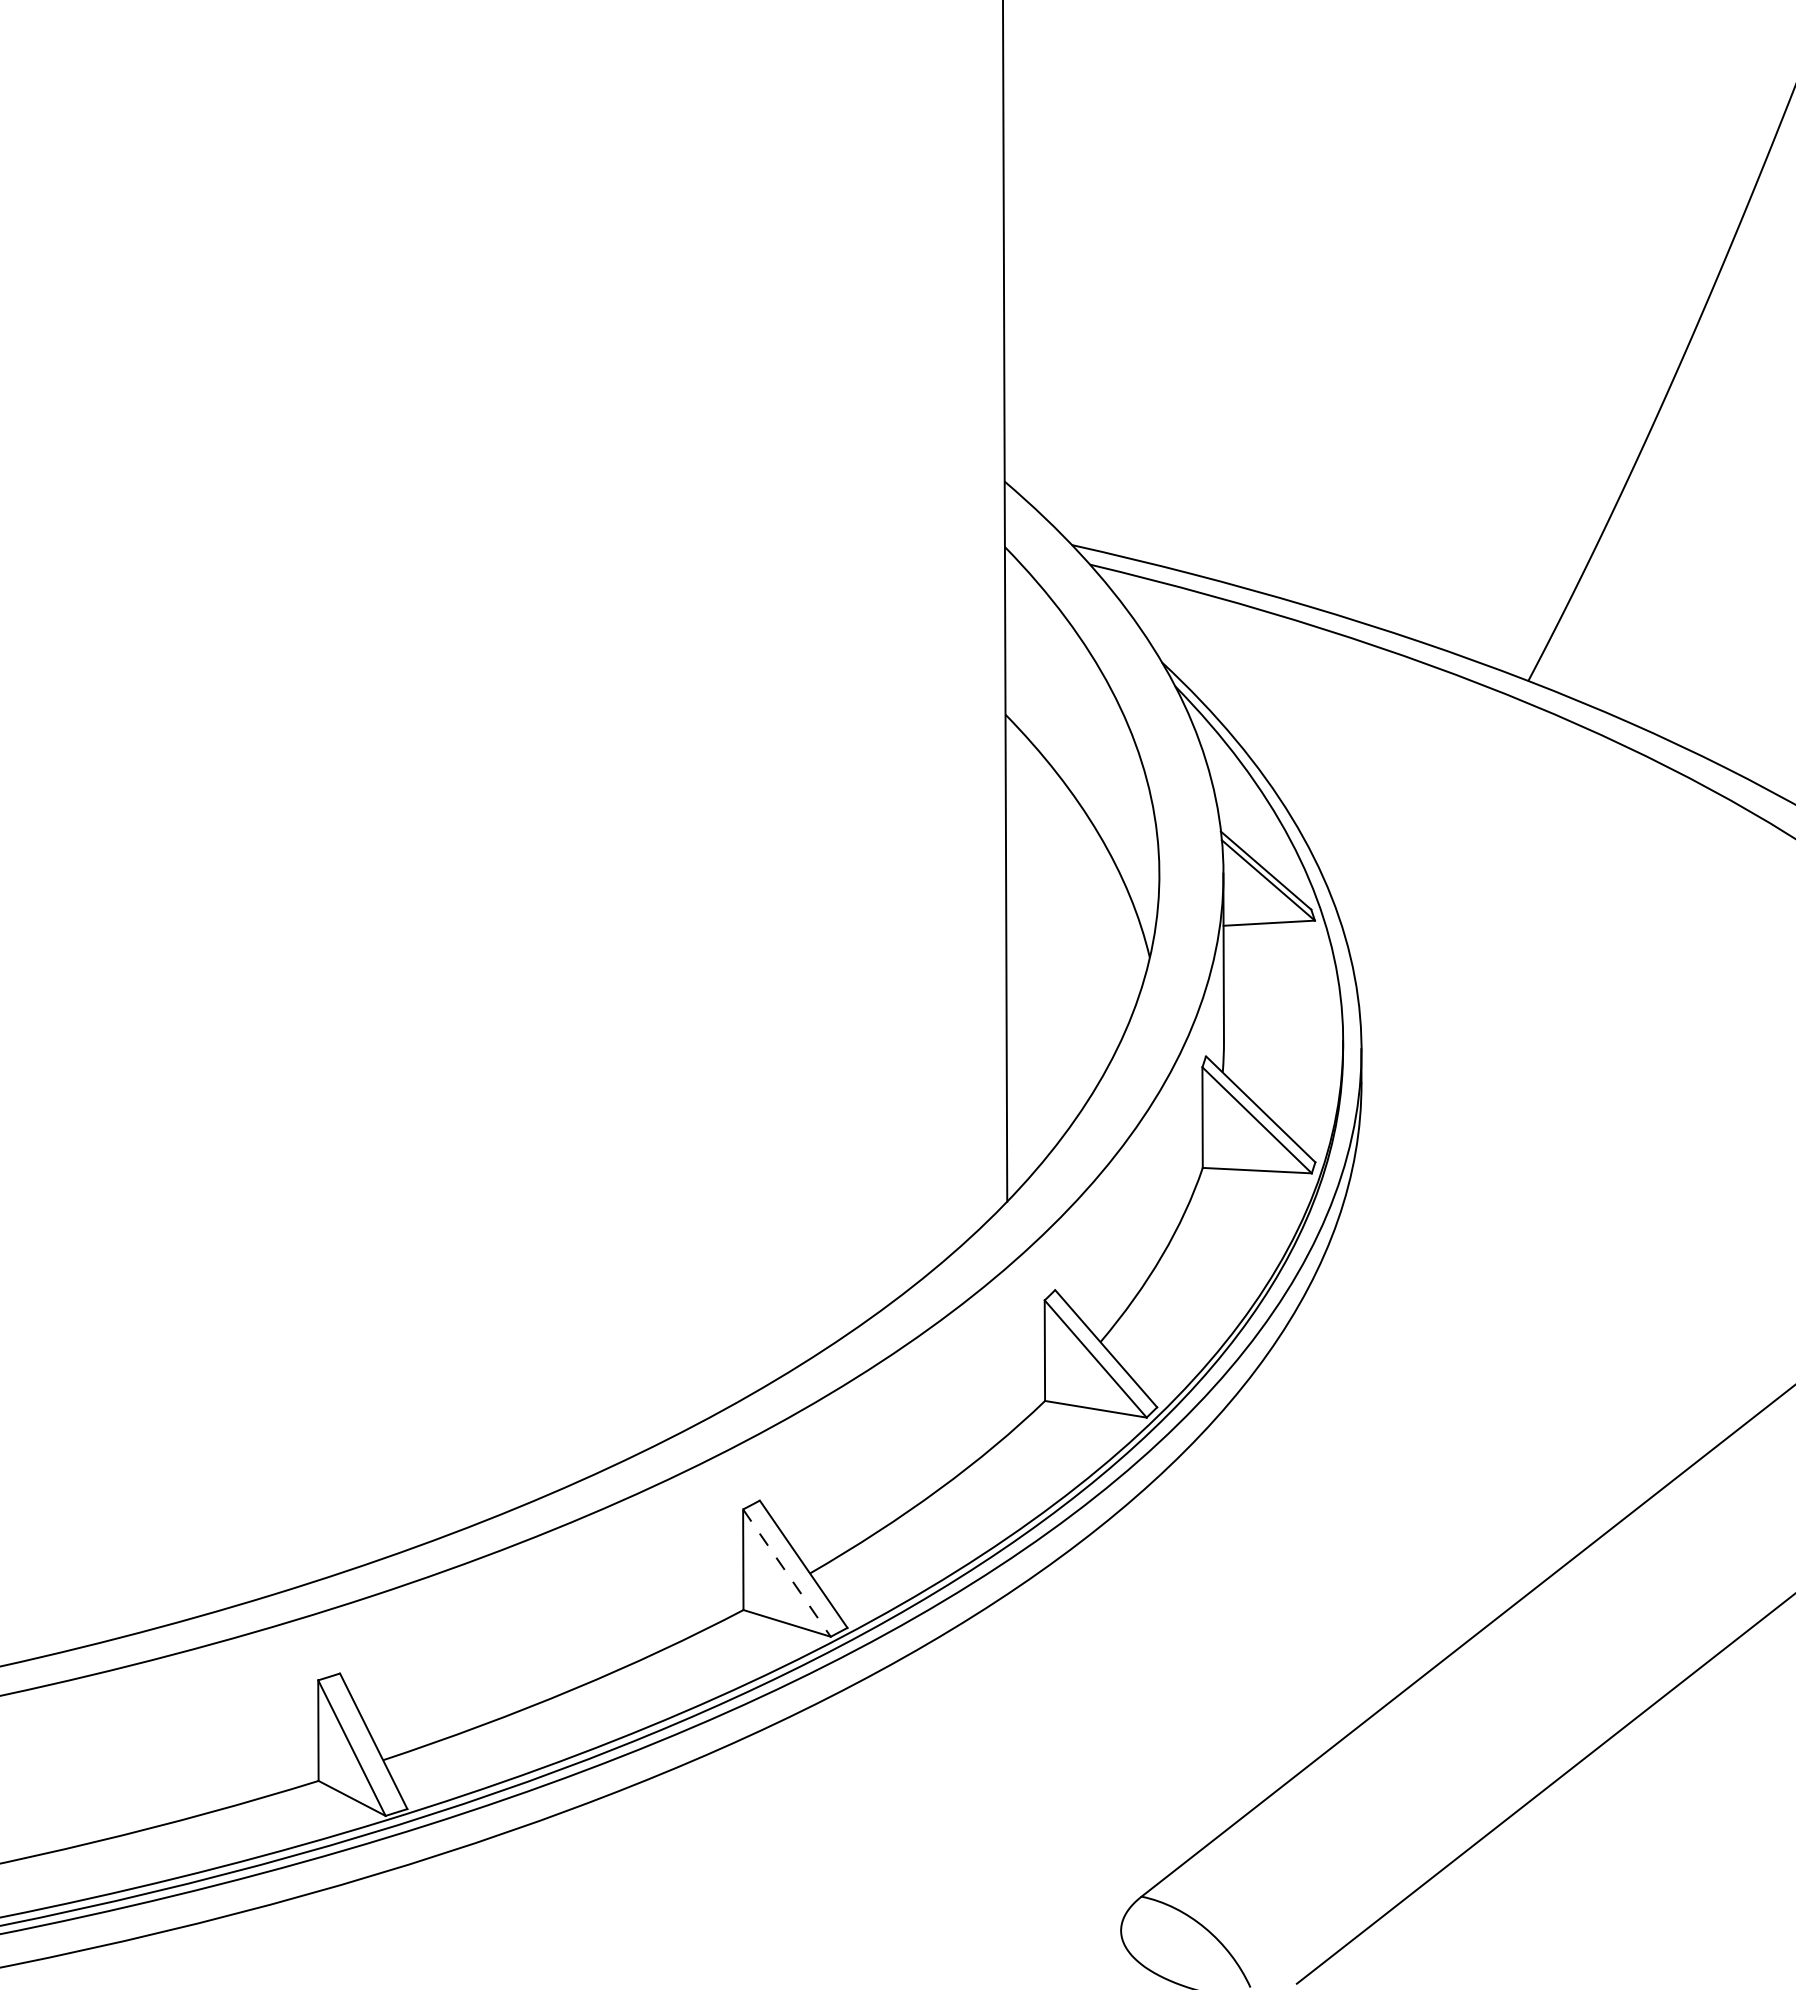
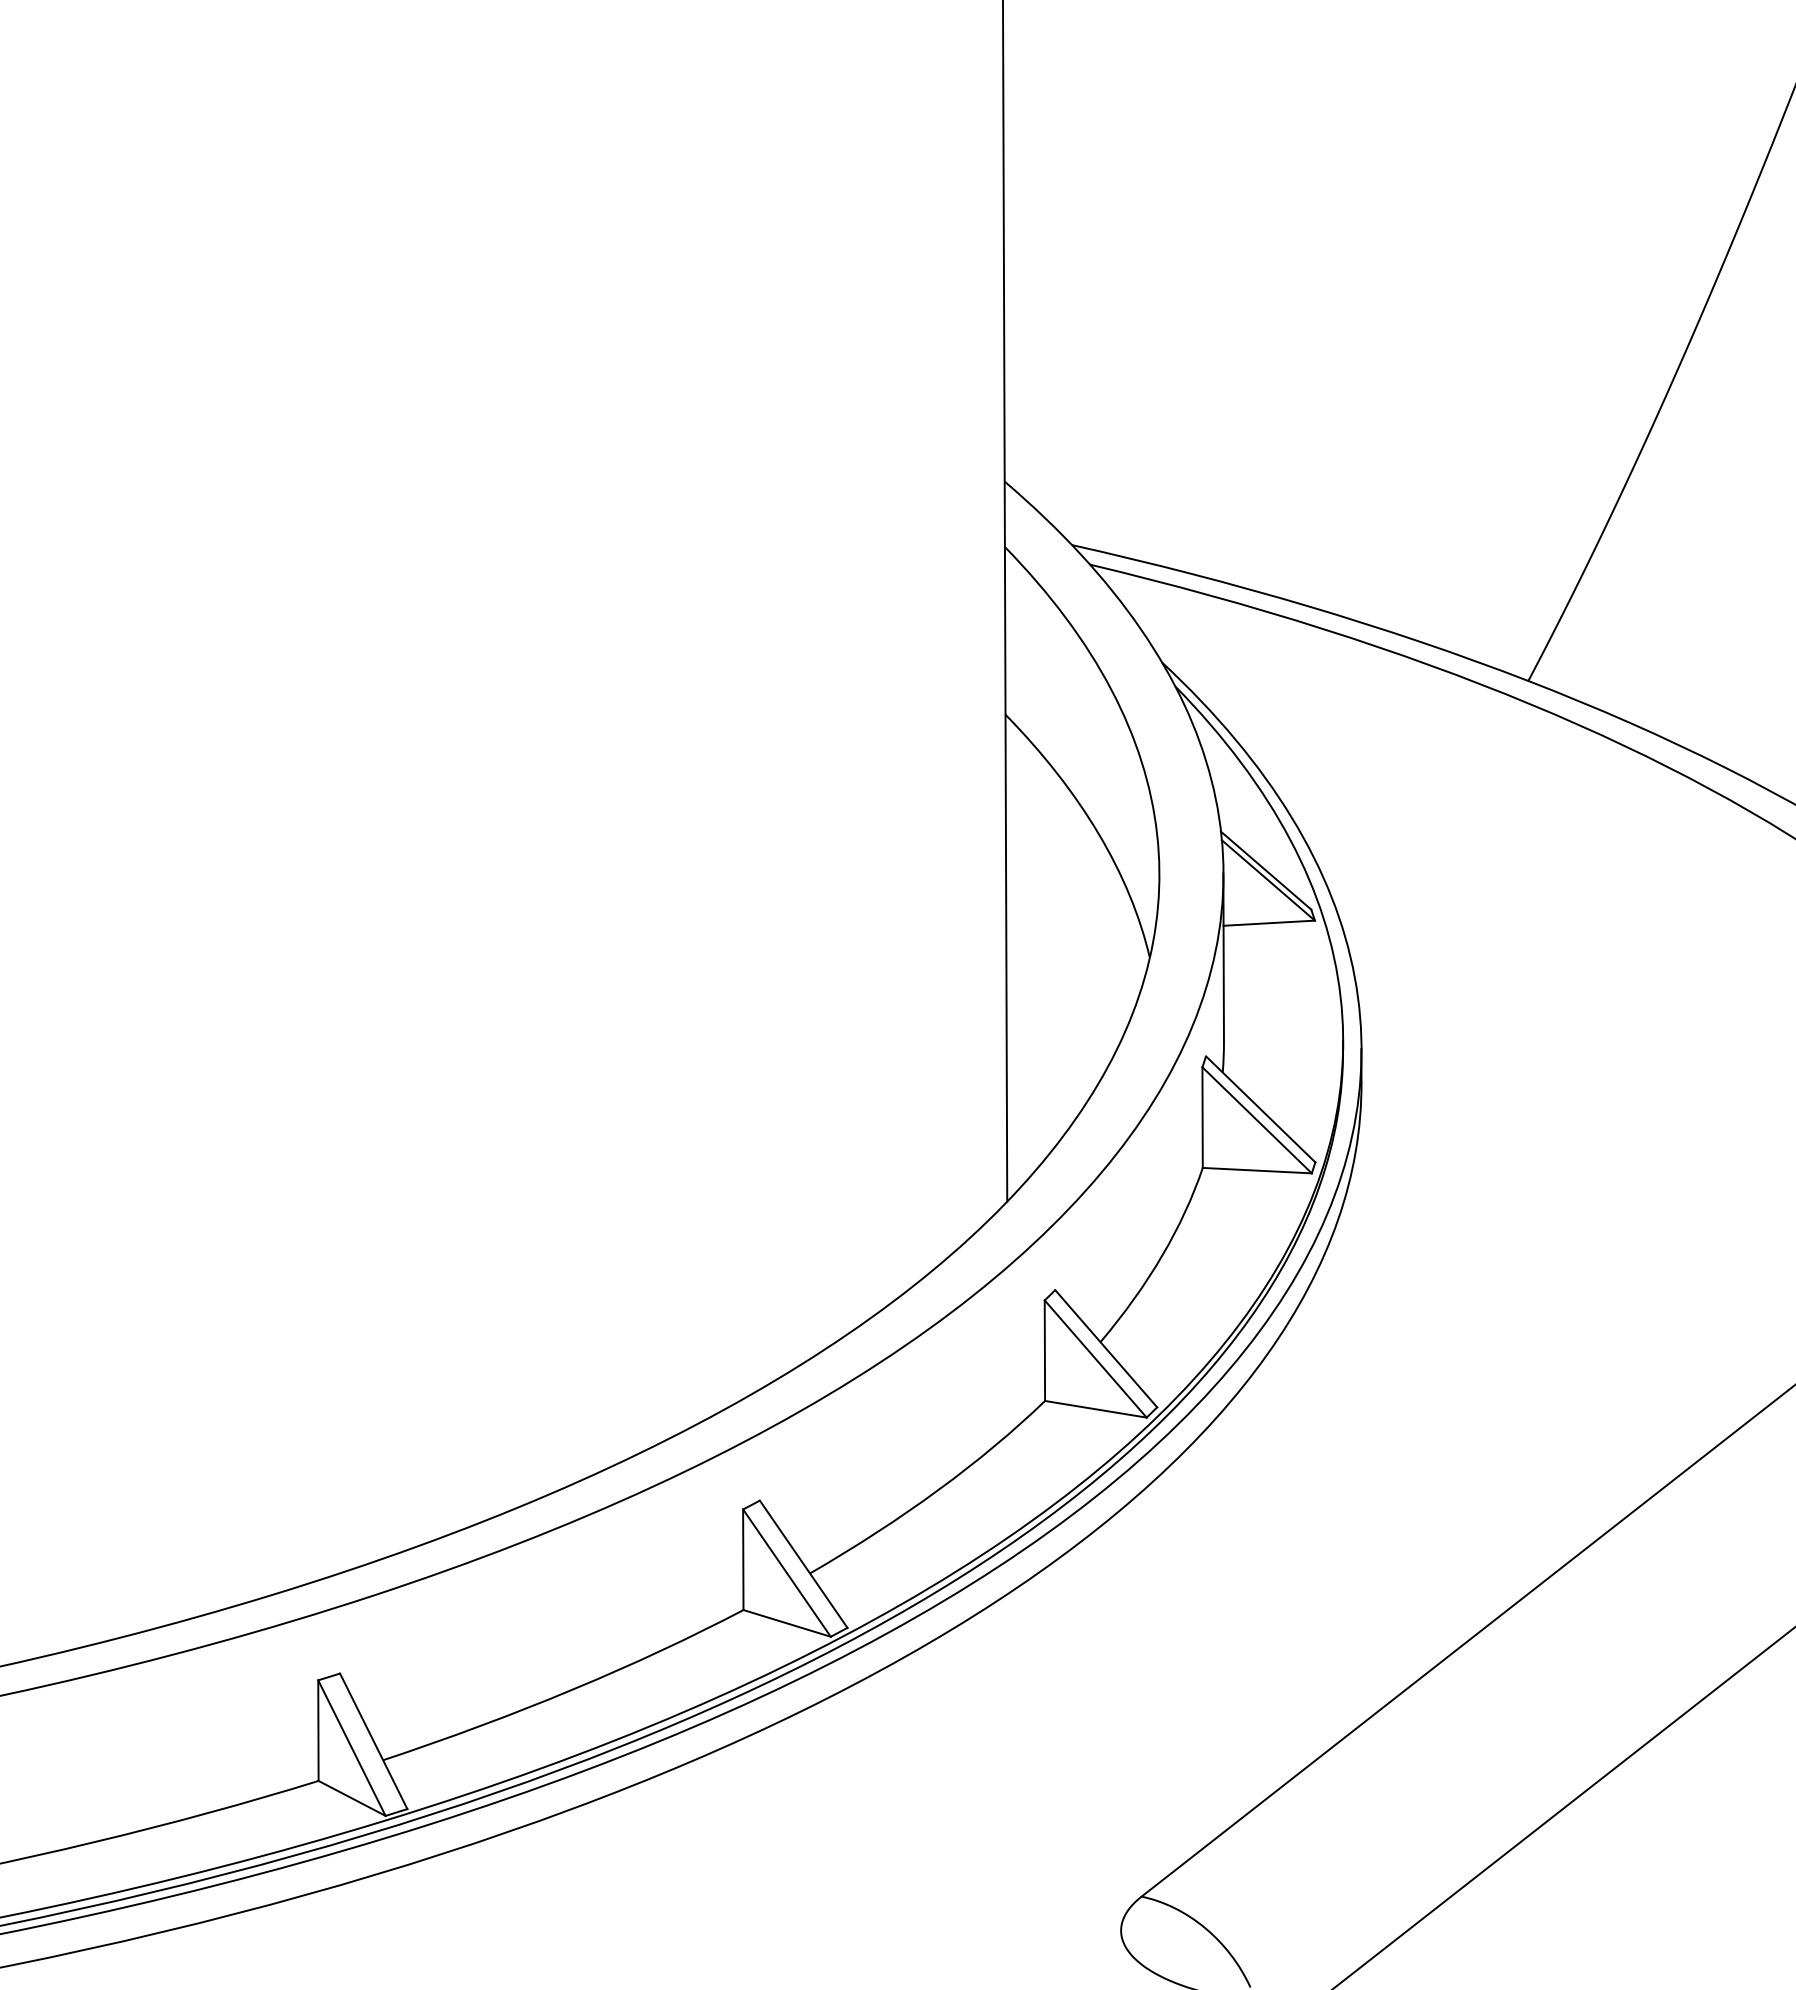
line at (787, 1573): dashed -> solid
line at (1544, 1789) position: (1544, 1789) -> (1563, 1807)
